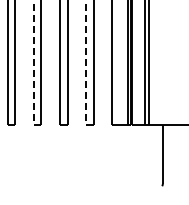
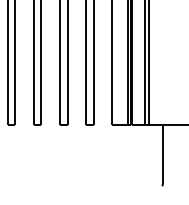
line at (33, 63): dashed -> solid
line at (86, 63): dashed -> solid
